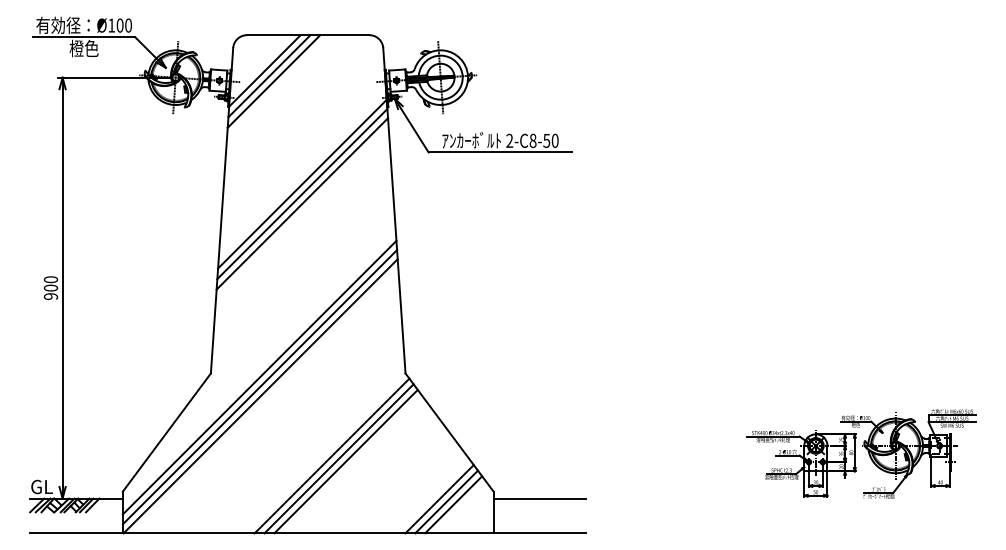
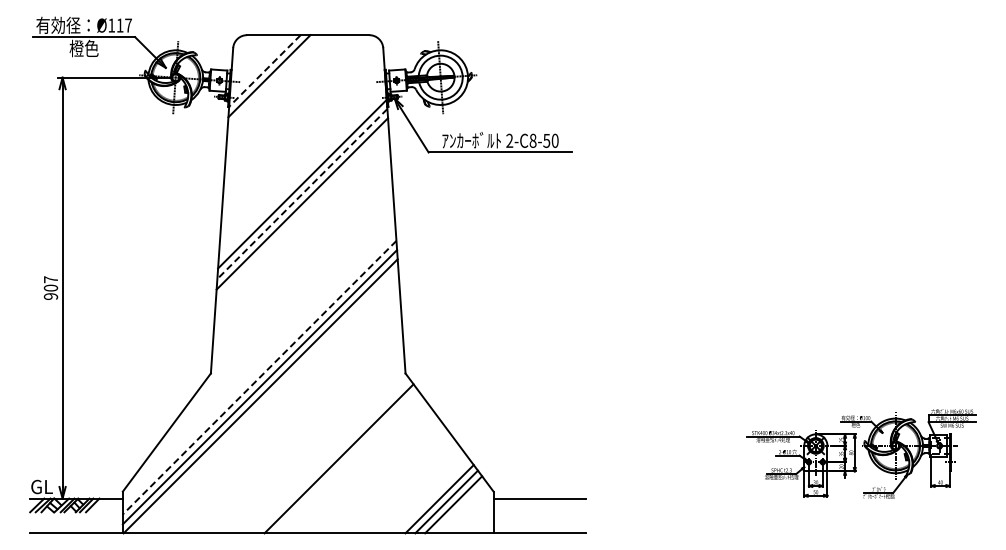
text at (123, 25): Ø100 -> Ø117
line at (264, 70): solid -> dashed
line at (273, 81): present -> none
line at (302, 194): solid -> dashed
text at (50, 279): 900 -> 907
line at (259, 378): solid -> dashed
line at (331, 455): present -> none
line at (345, 461): present -> none
